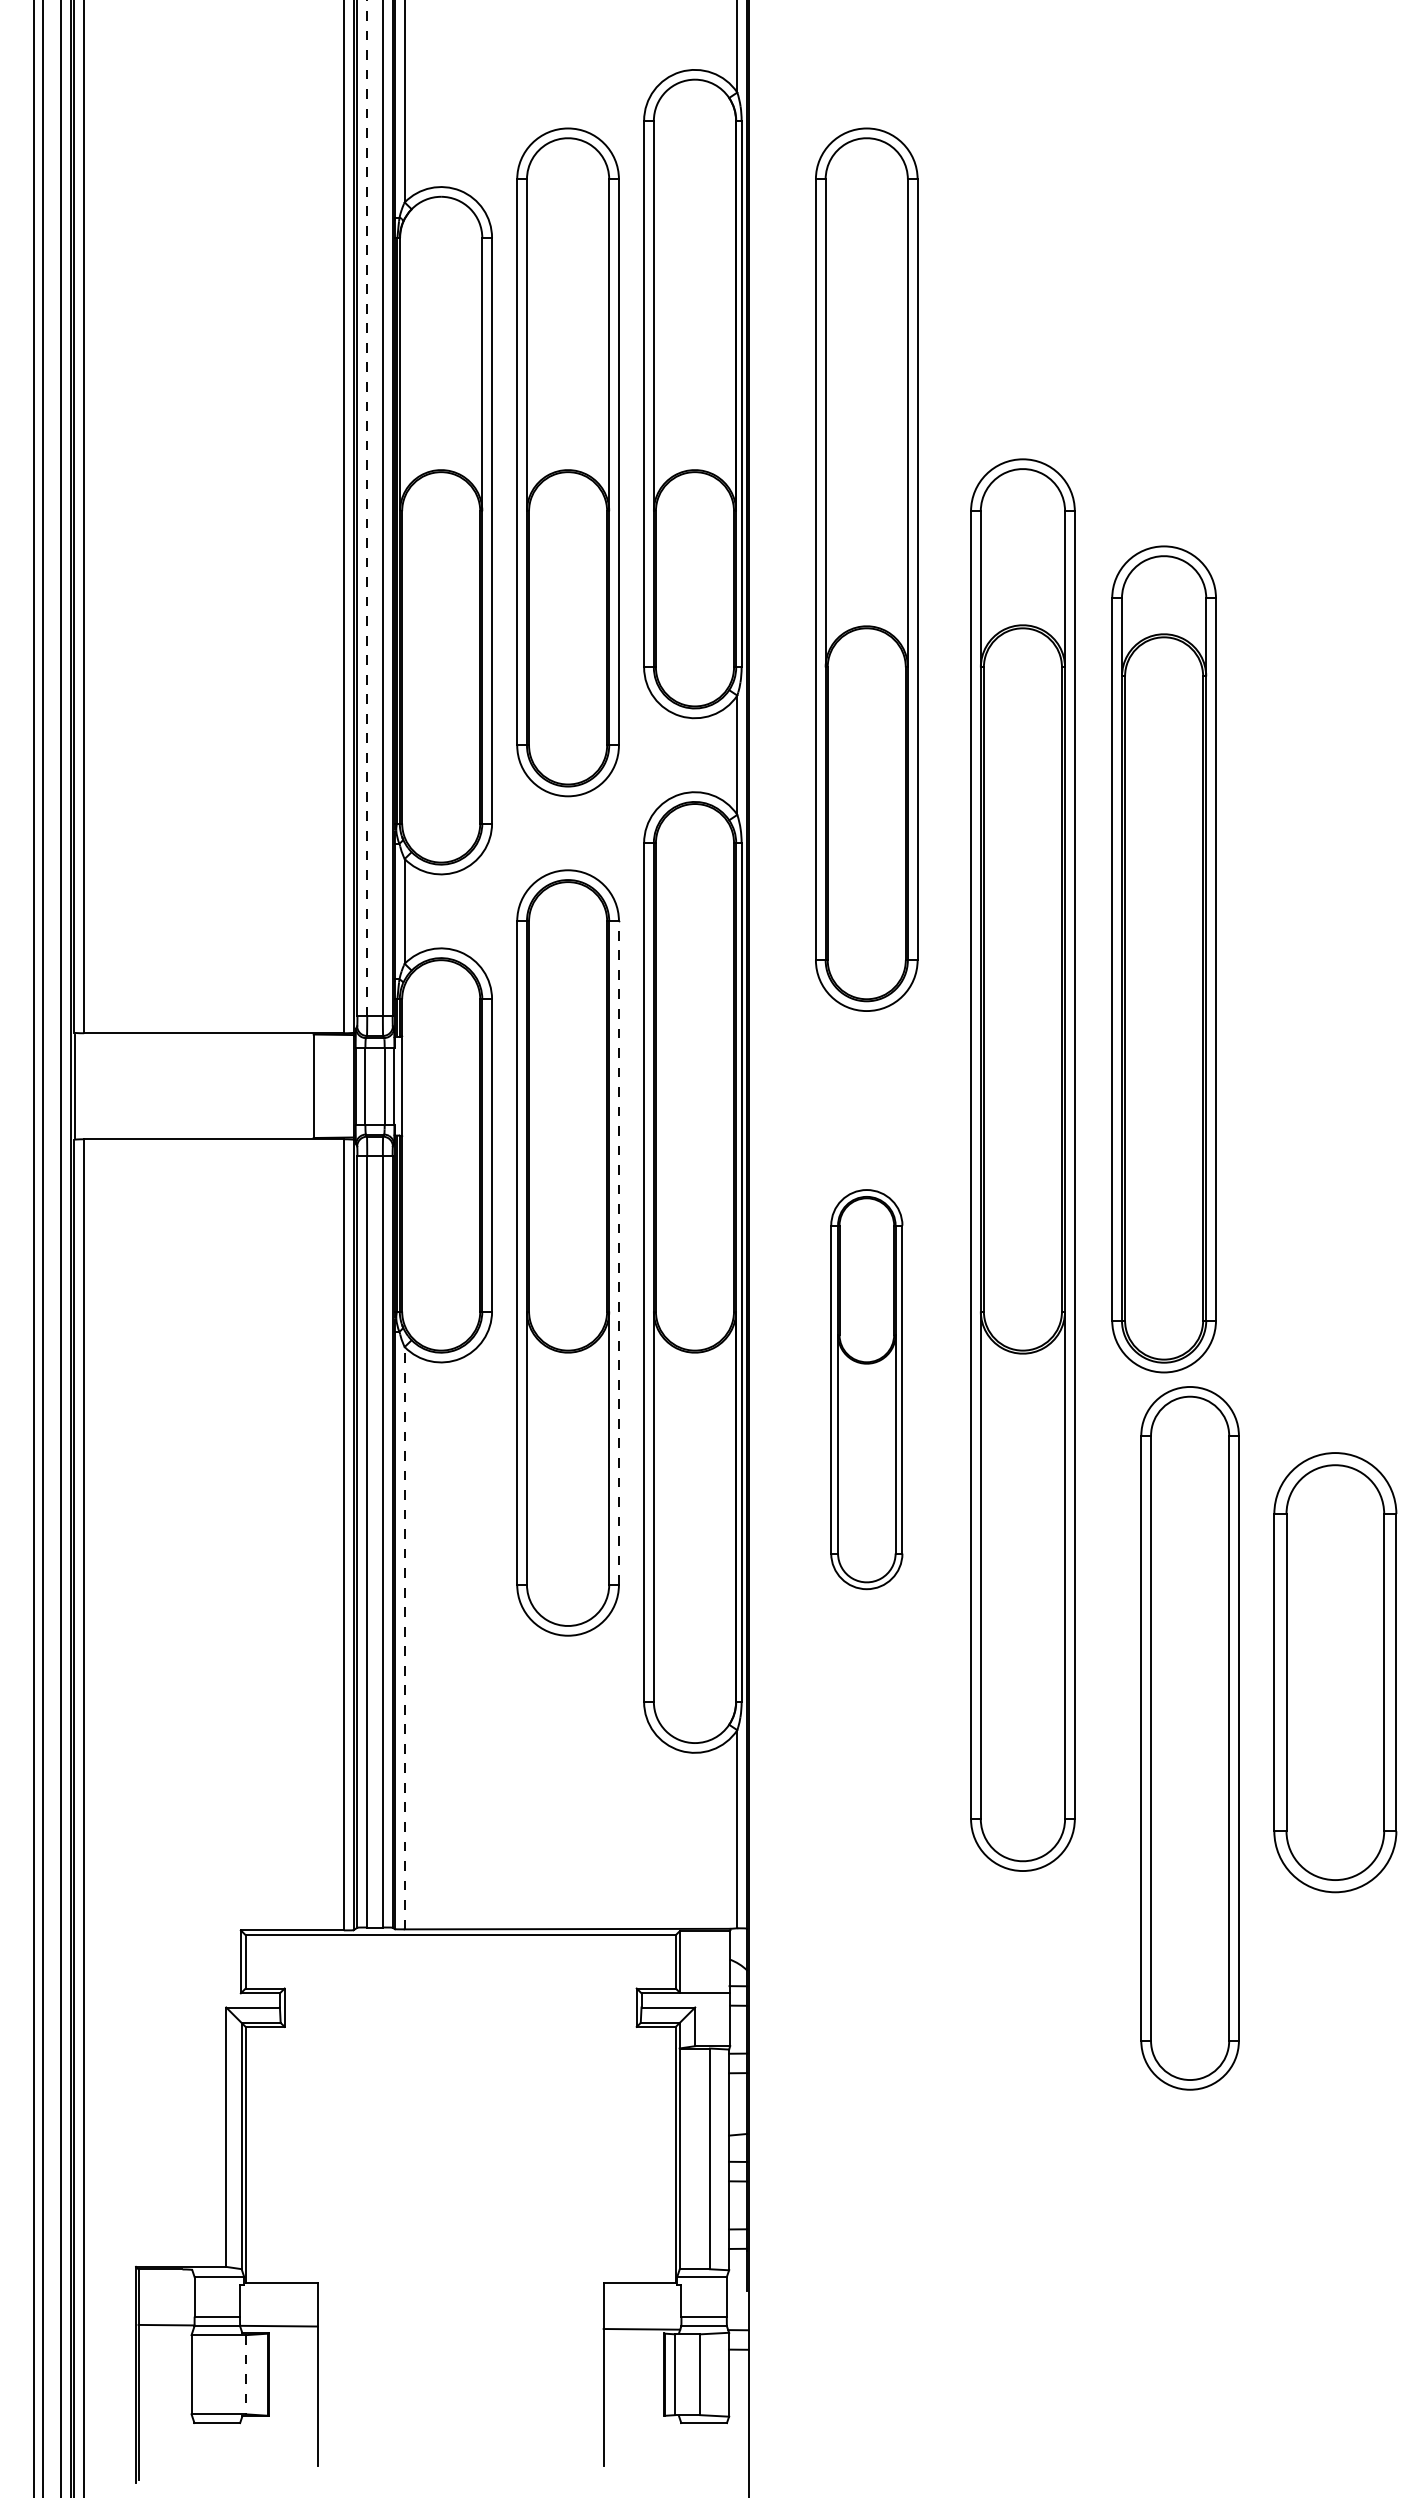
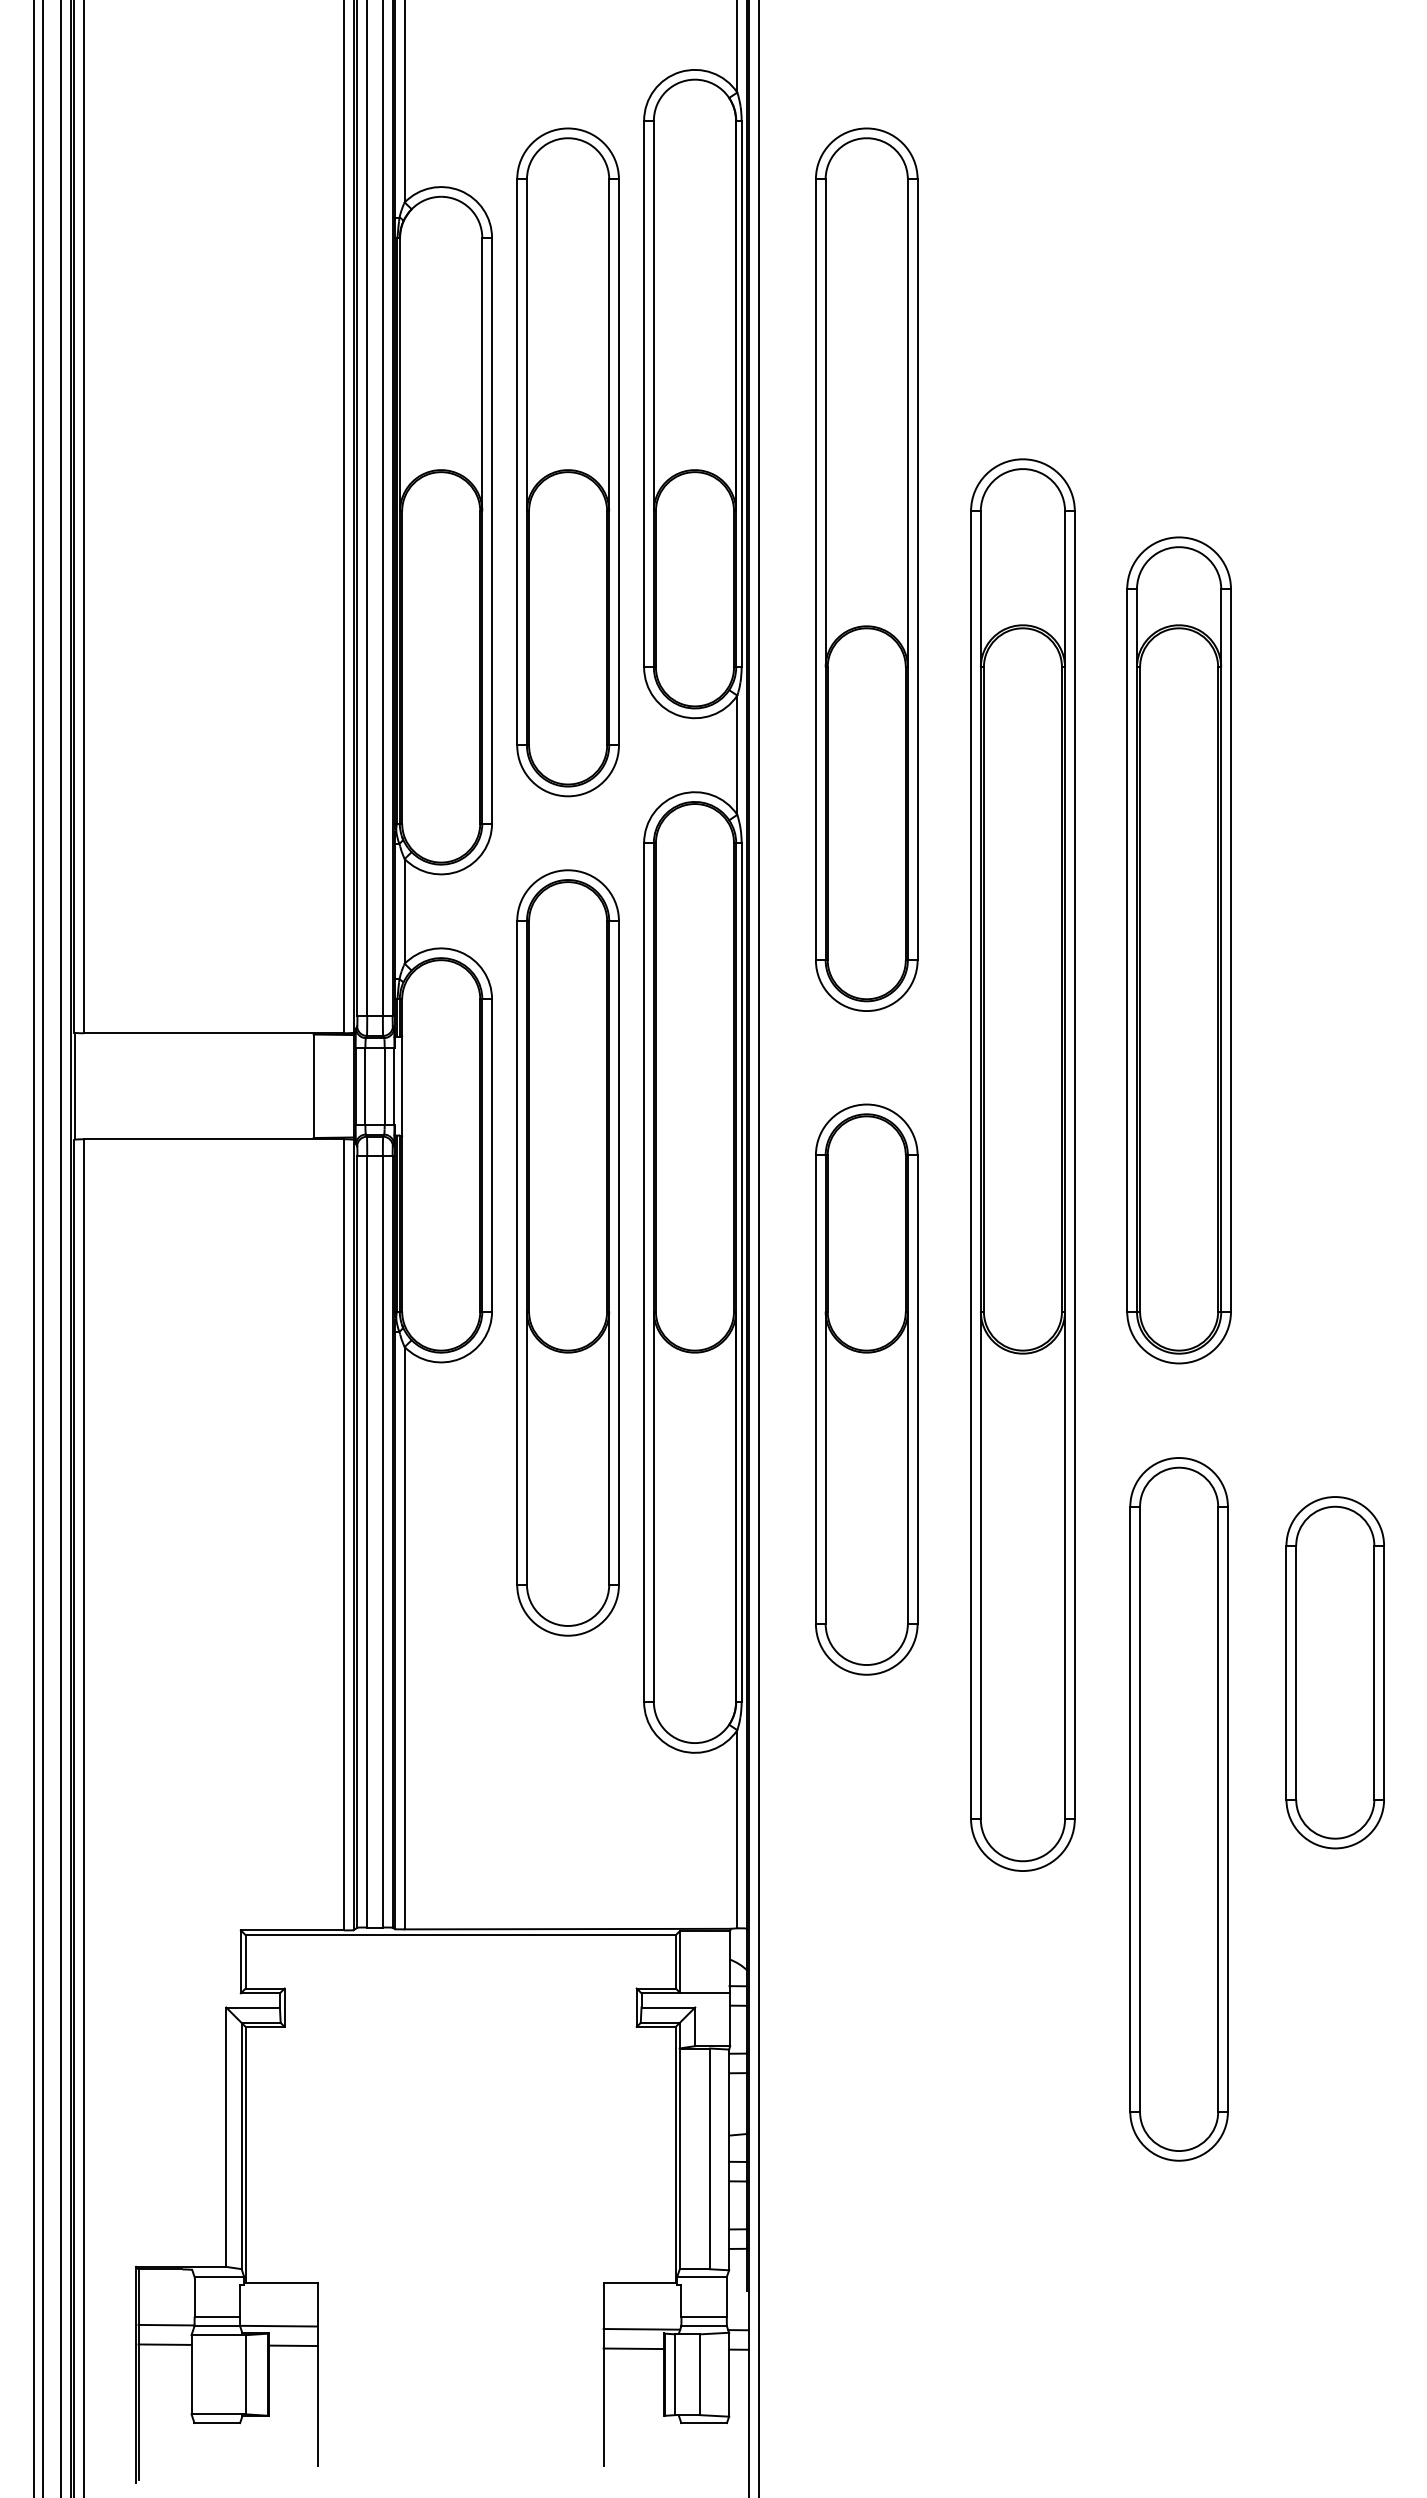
line at (367, 508): dashed -> solid
part at (1163, 959) position: (1163, 959) -> (1178, 950)
line at (759, 1248): none -> present
line at (618, 1253): dashed -> solid
part at (866, 1389) size: 74x402 px -> 104x573 px
line at (404, 1637): dashed -> solid
part at (1335, 1672) size: 125x442 px -> 100x354 px
part at (1189, 1738) position: (1189, 1738) -> (1178, 1809)
line at (164, 2344): none -> present
line at (293, 2345): none -> present
line at (633, 2348): none -> present
line at (245, 2374): dashed -> solid
